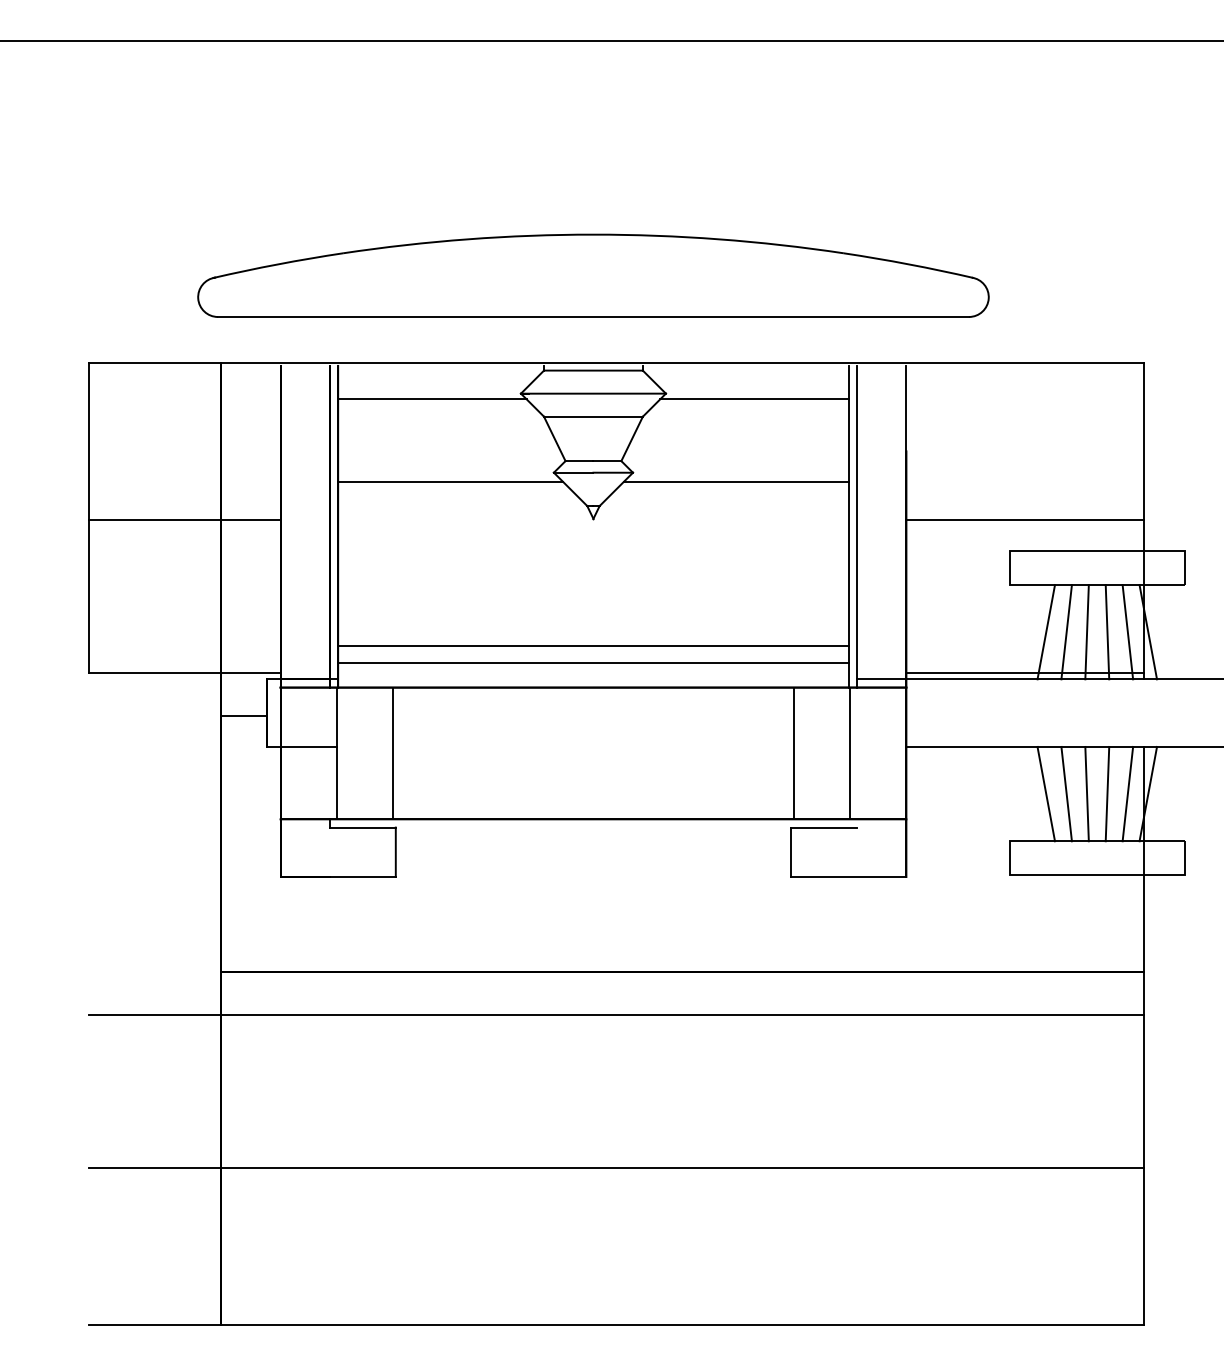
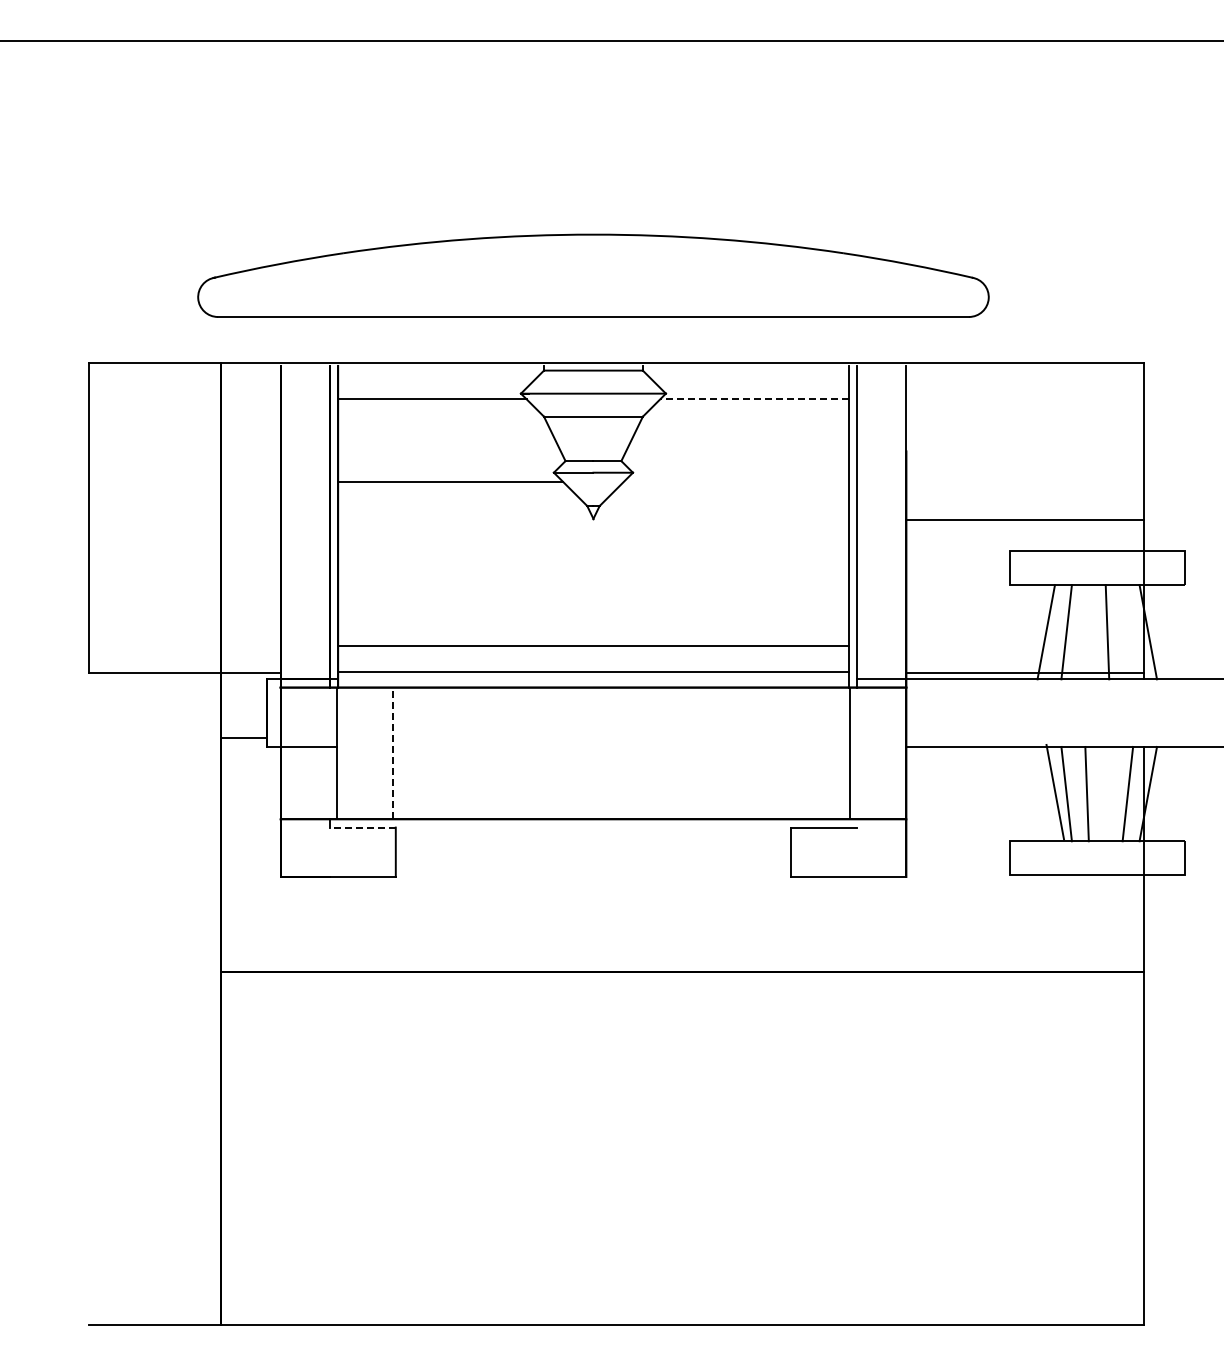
line at (753, 399): solid -> dashed
line at (736, 481): present -> none
line at (184, 520): present -> none
line at (1086, 632): present -> none
line at (1127, 632): present -> none
line at (593, 662) position: (593, 662) -> (593, 671)
line at (244, 715) position: (244, 715) -> (244, 737)
line at (392, 753): solid -> dashed
line at (794, 753): present -> none
line at (1046, 793) position: (1046, 793) -> (1055, 791)
line at (1107, 793): present -> none
line at (362, 827): solid -> dashed
line at (616, 1015): present -> none
line at (616, 1167): present -> none
